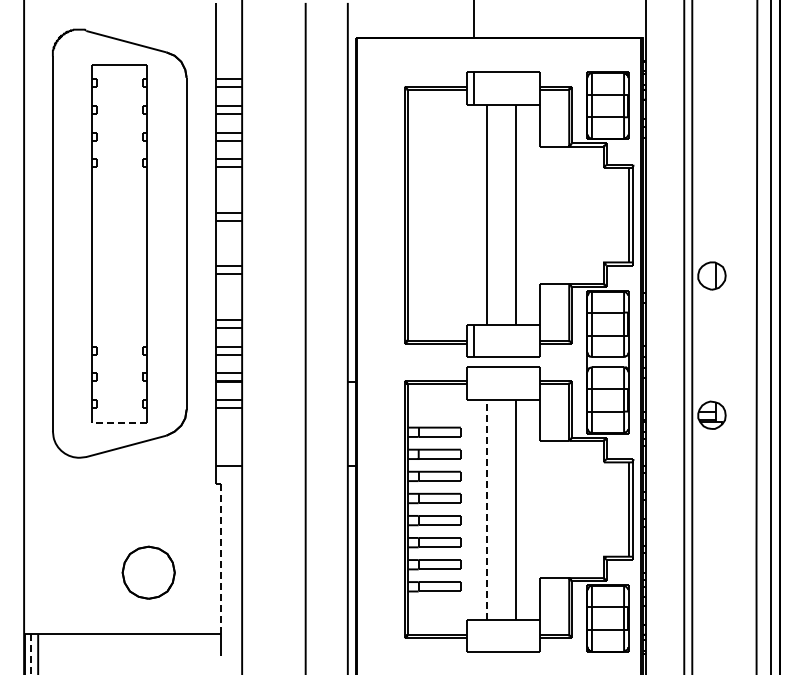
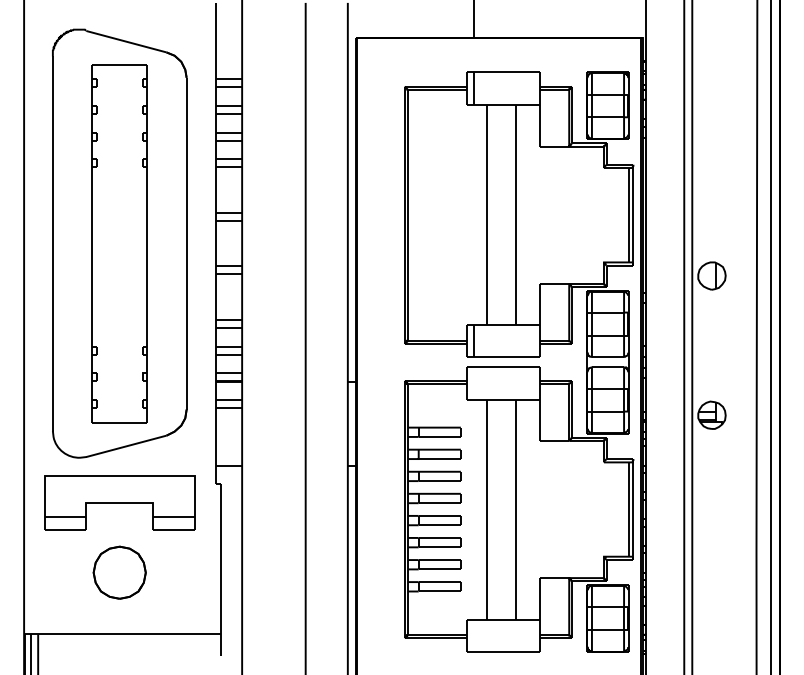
line at (118, 422): dashed -> solid
part at (119, 502): none -> present
line at (486, 509): dashed -> solid
line at (221, 559): dashed -> solid
part at (148, 572) position: (148, 572) -> (119, 572)
line at (31, 654): dashed -> solid
